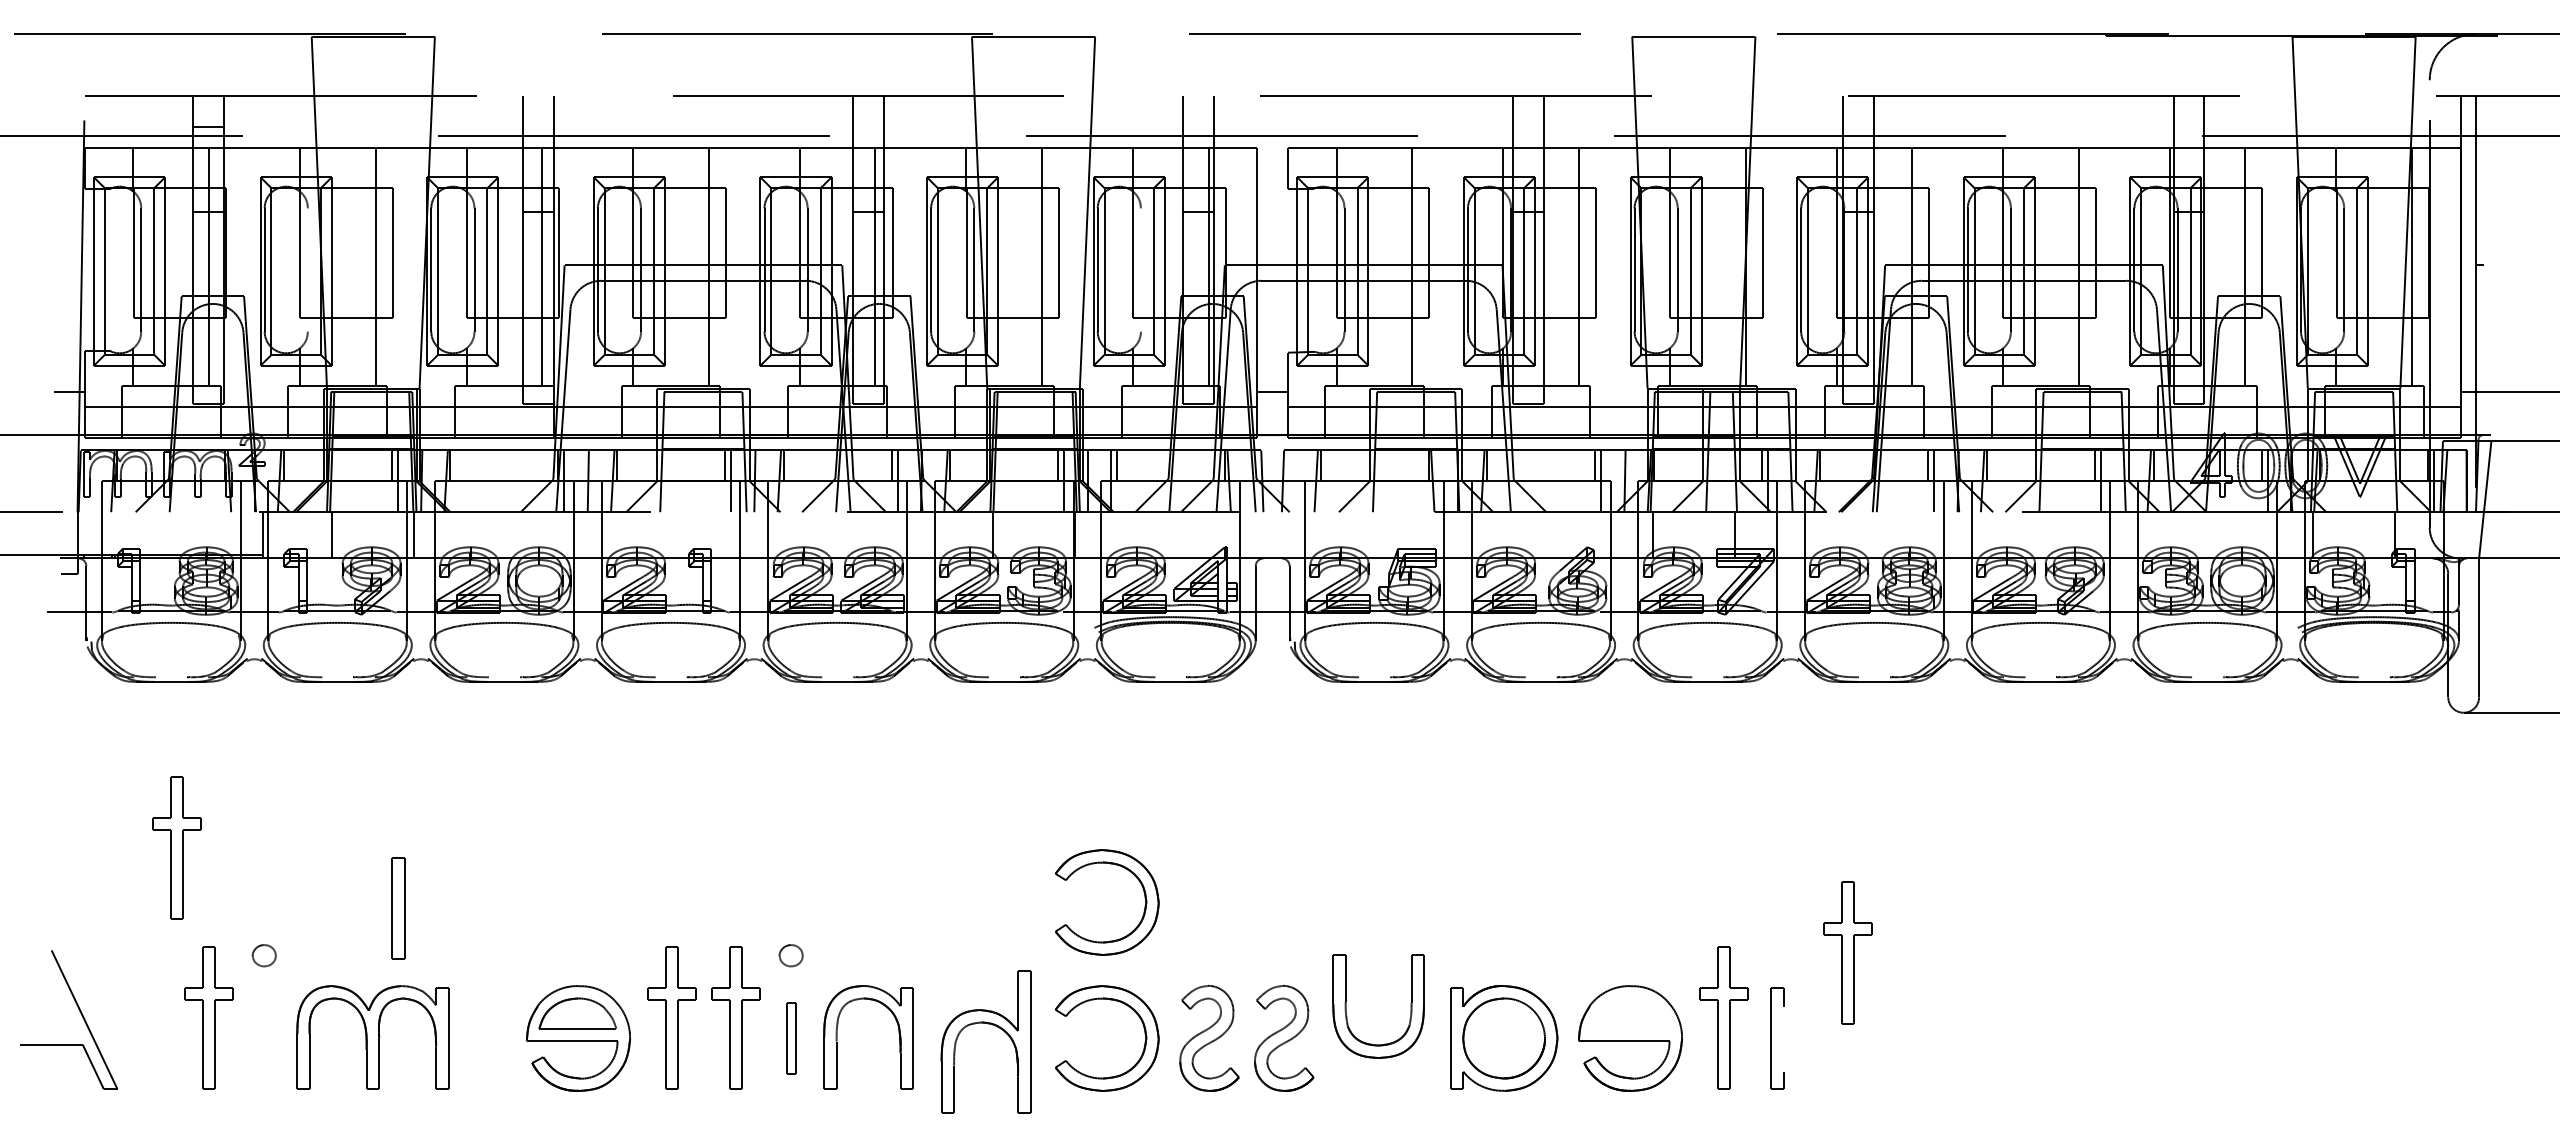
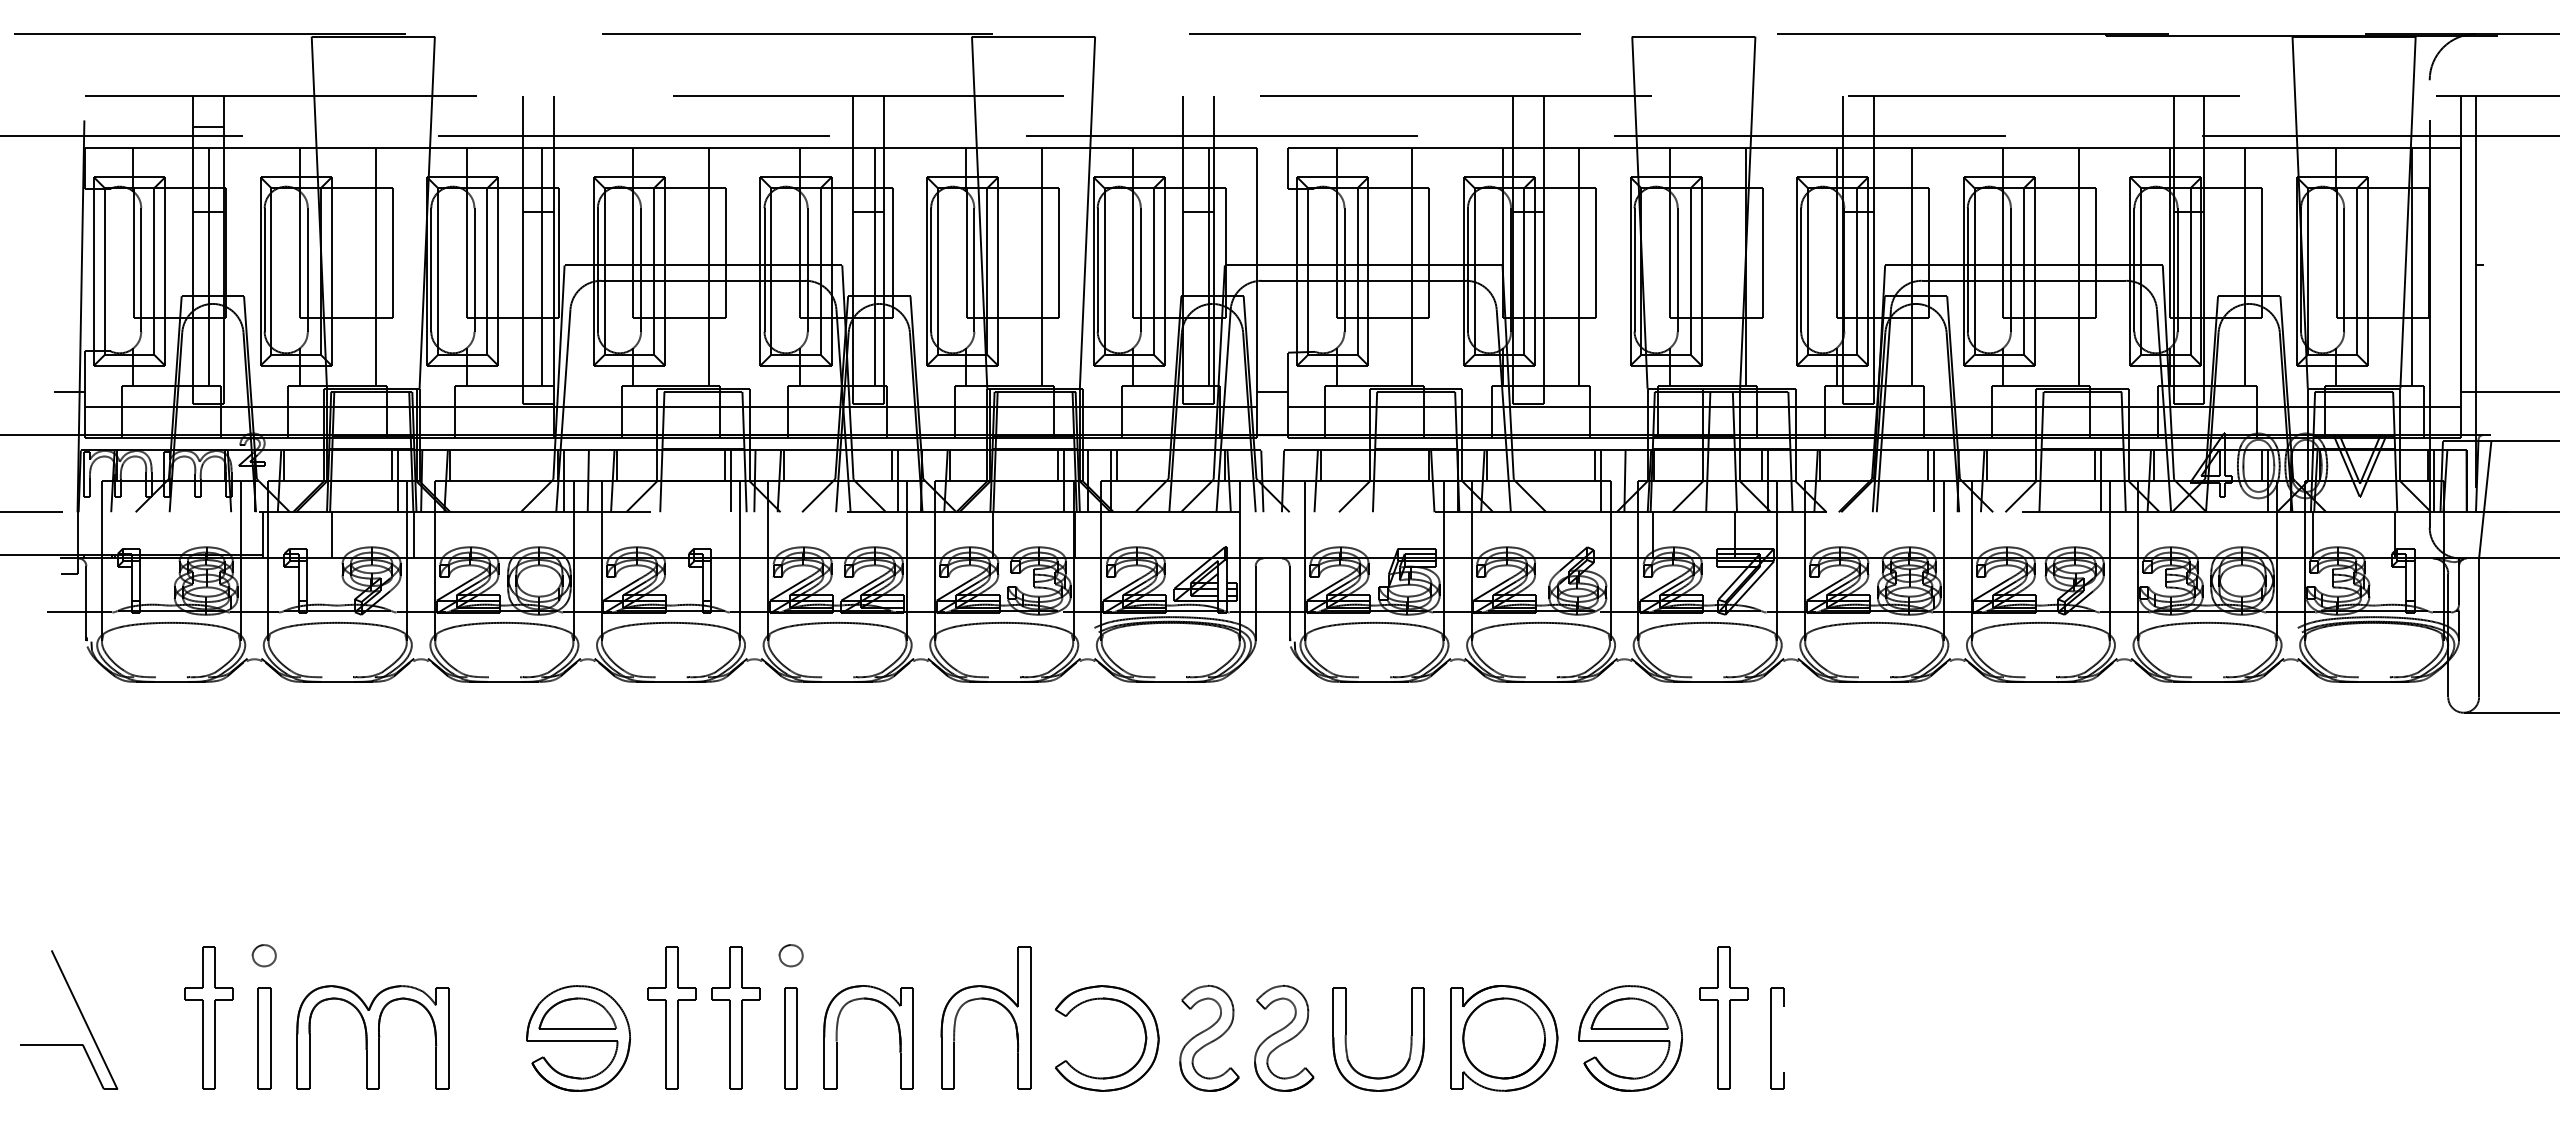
line at (307, 269): none -> present
line at (1140, 269): none -> present
part at (176, 847): present -> none
part at (398, 908) position: (398, 908) -> (264, 1038)
part at (1143, 911): present -> none
part at (1847, 952): present -> none
part at (1346, 1006) position: (1346, 1006) -> (1346, 1039)
part at (1629, 1013): none -> present
part at (987, 1024) position: (987, 1024) -> (987, 1000)
part at (791, 1038) size: 11x73 px -> 14x103 px
